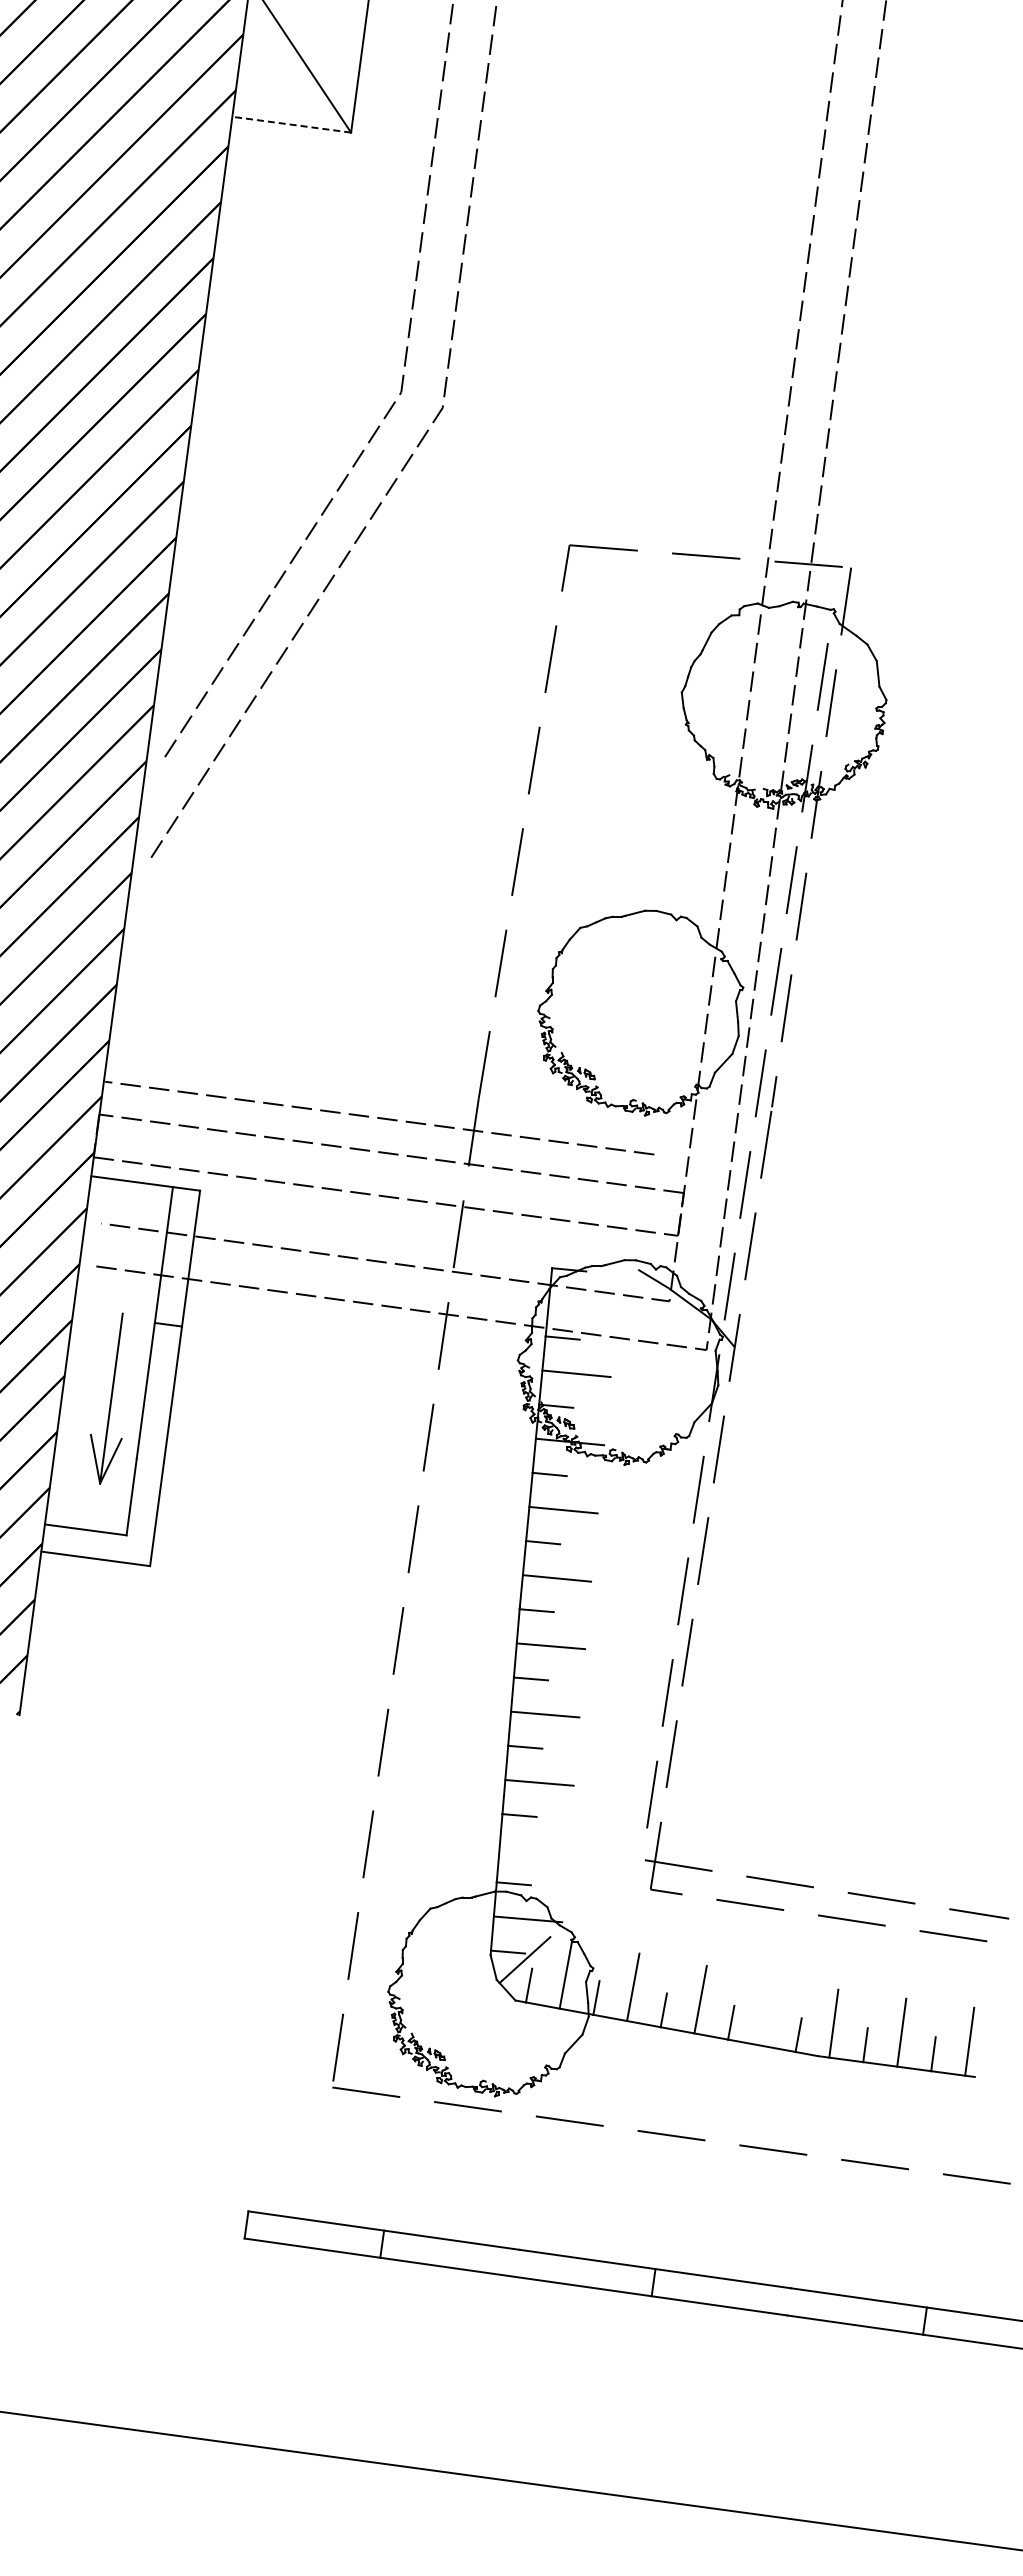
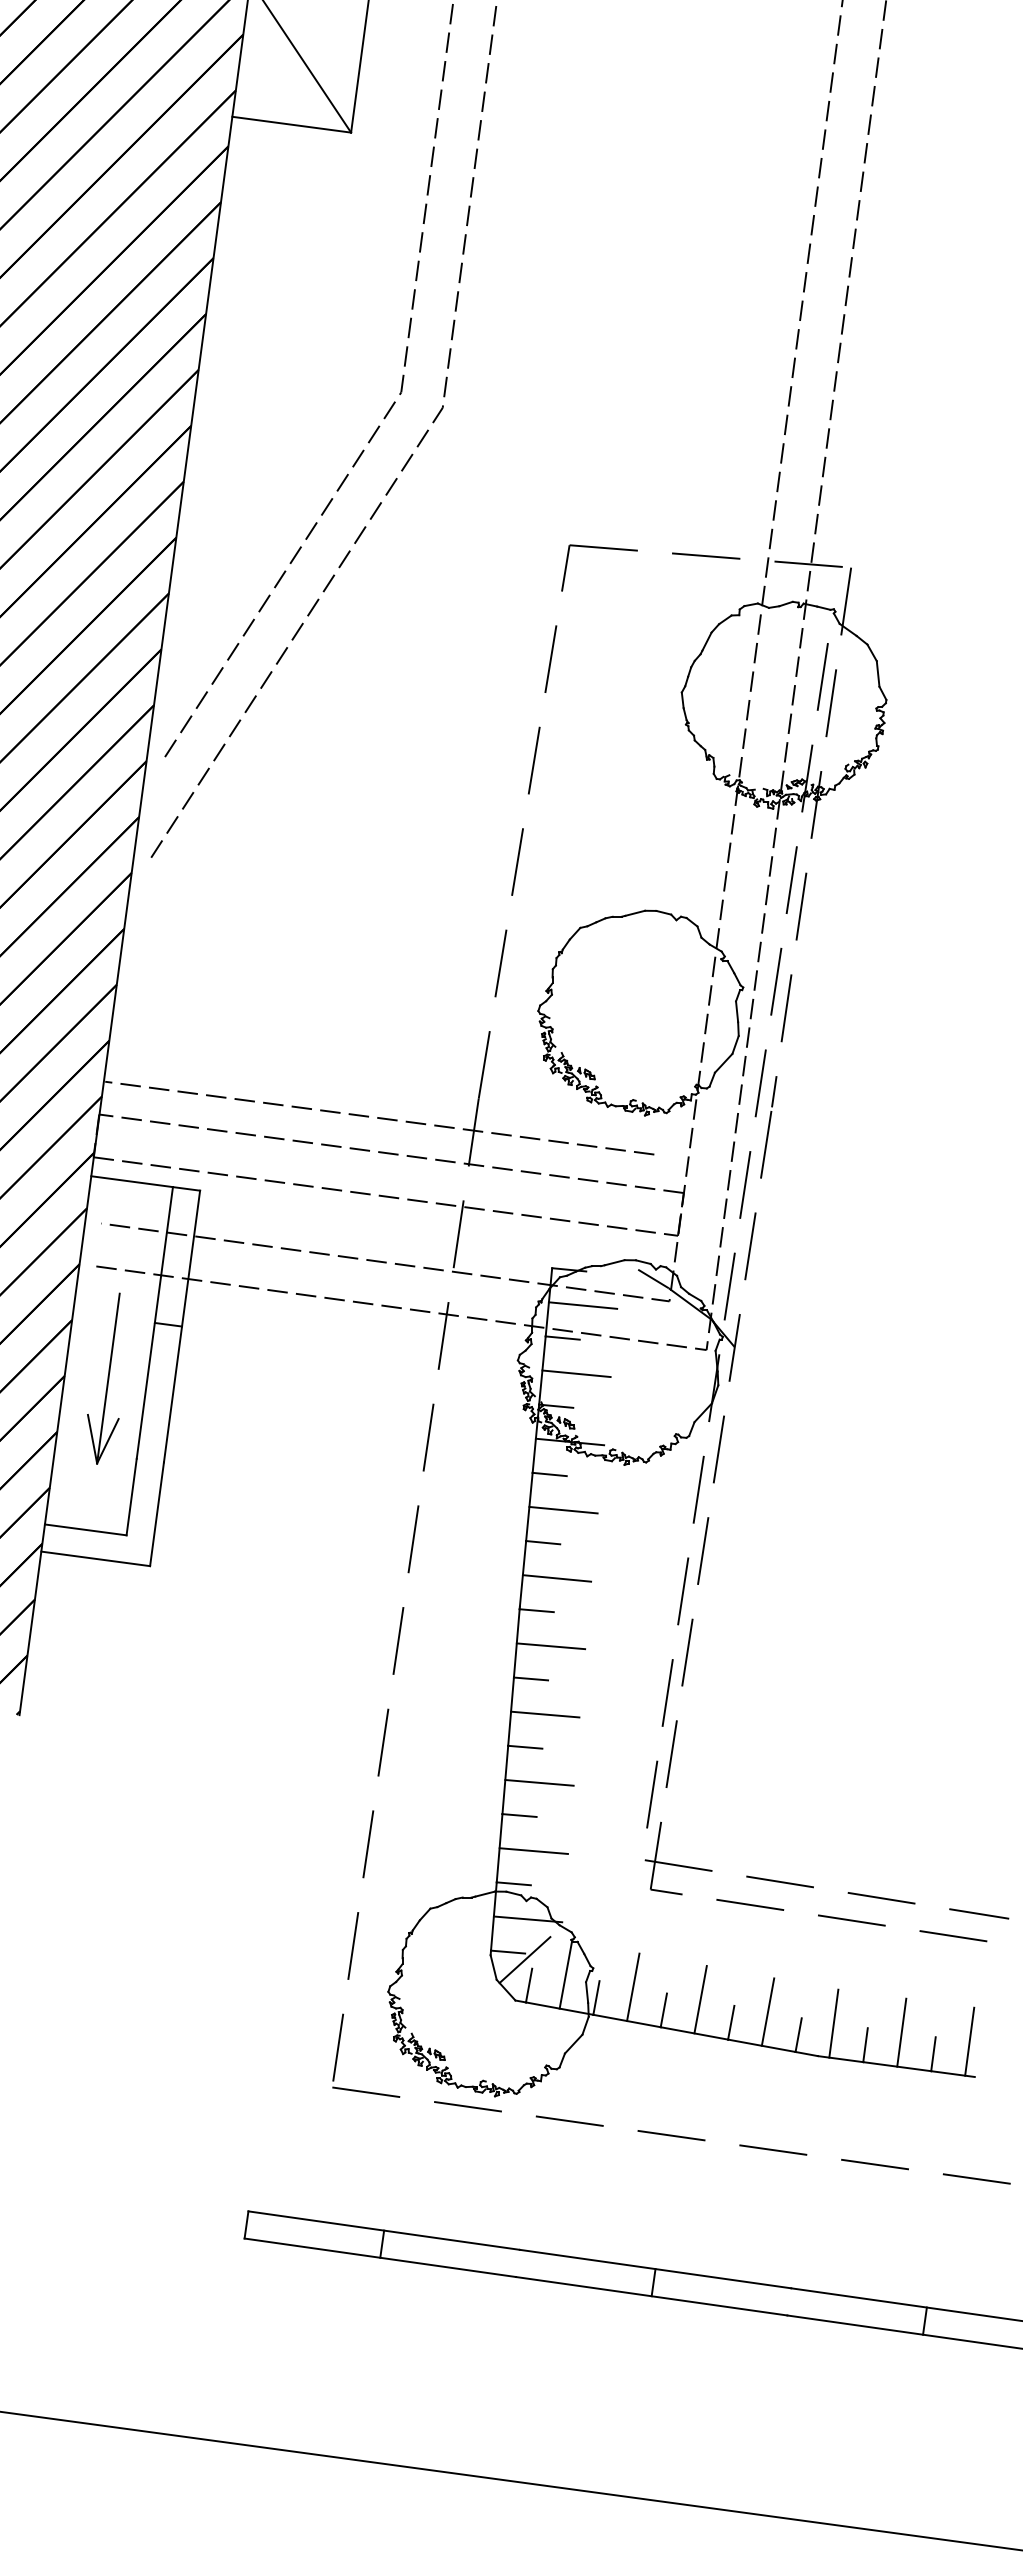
line at (291, 124): dashed -> solid
line at (582, 1305): none -> present
part at (106, 1398) position: (106, 1398) -> (103, 1378)
line at (533, 1850): none -> present
line at (767, 2011): none -> present
